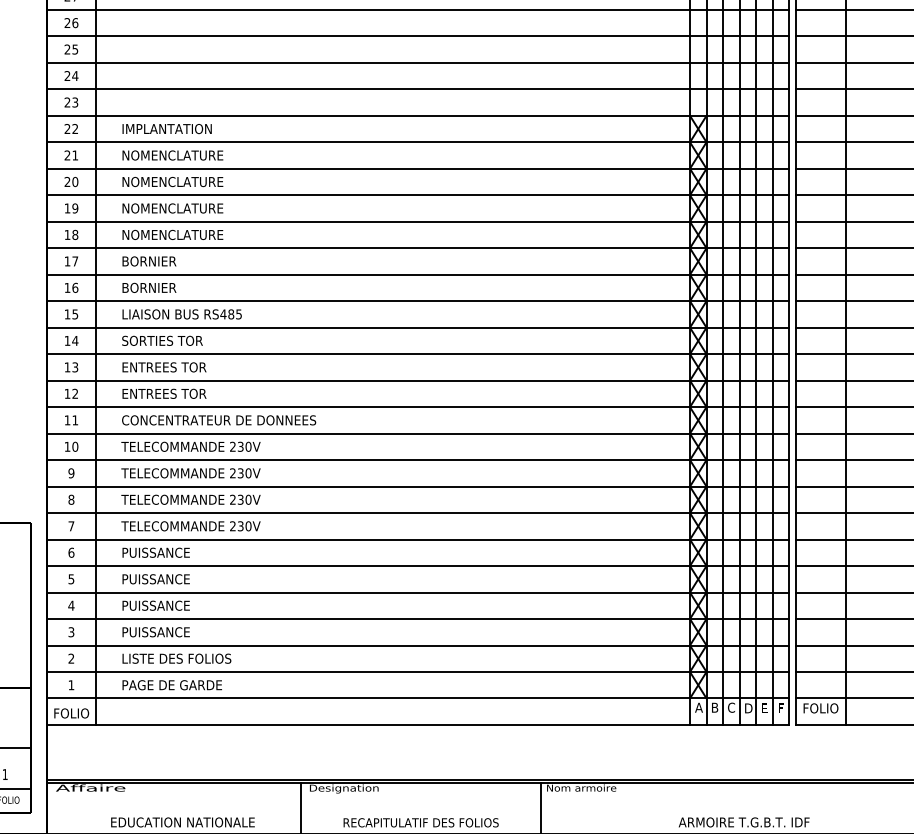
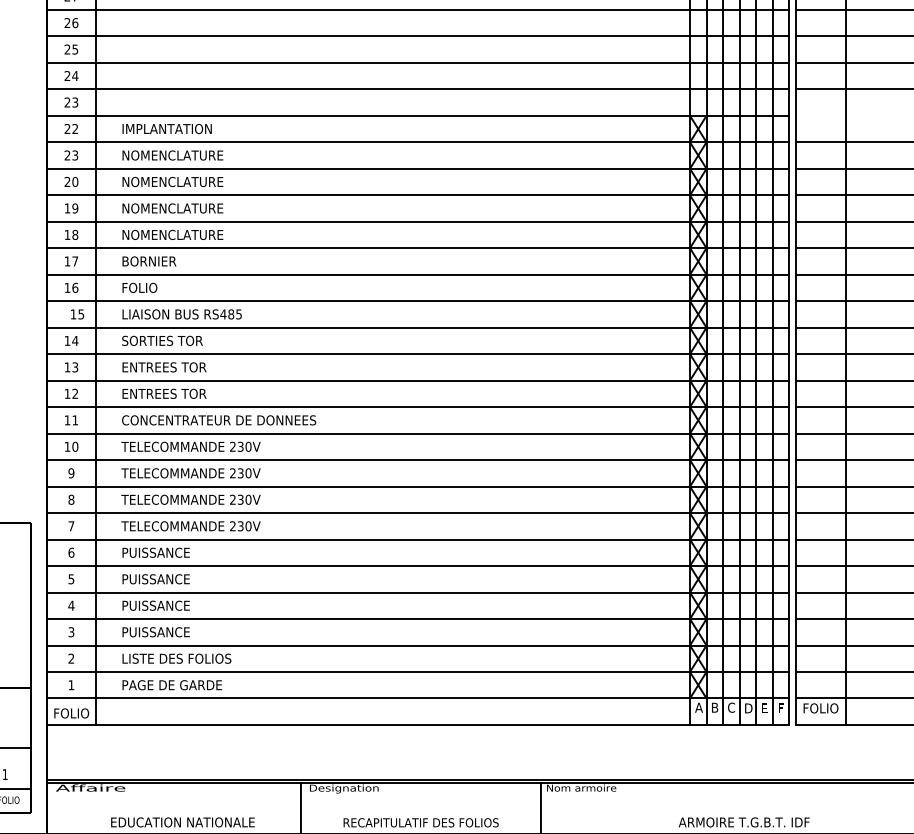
line at (852, 115): present -> none
text at (75, 155): 21 -> 23
text at (149, 287): BORNIER -> FOLIO
text at (71, 314) position: (71, 314) -> (77, 314)
